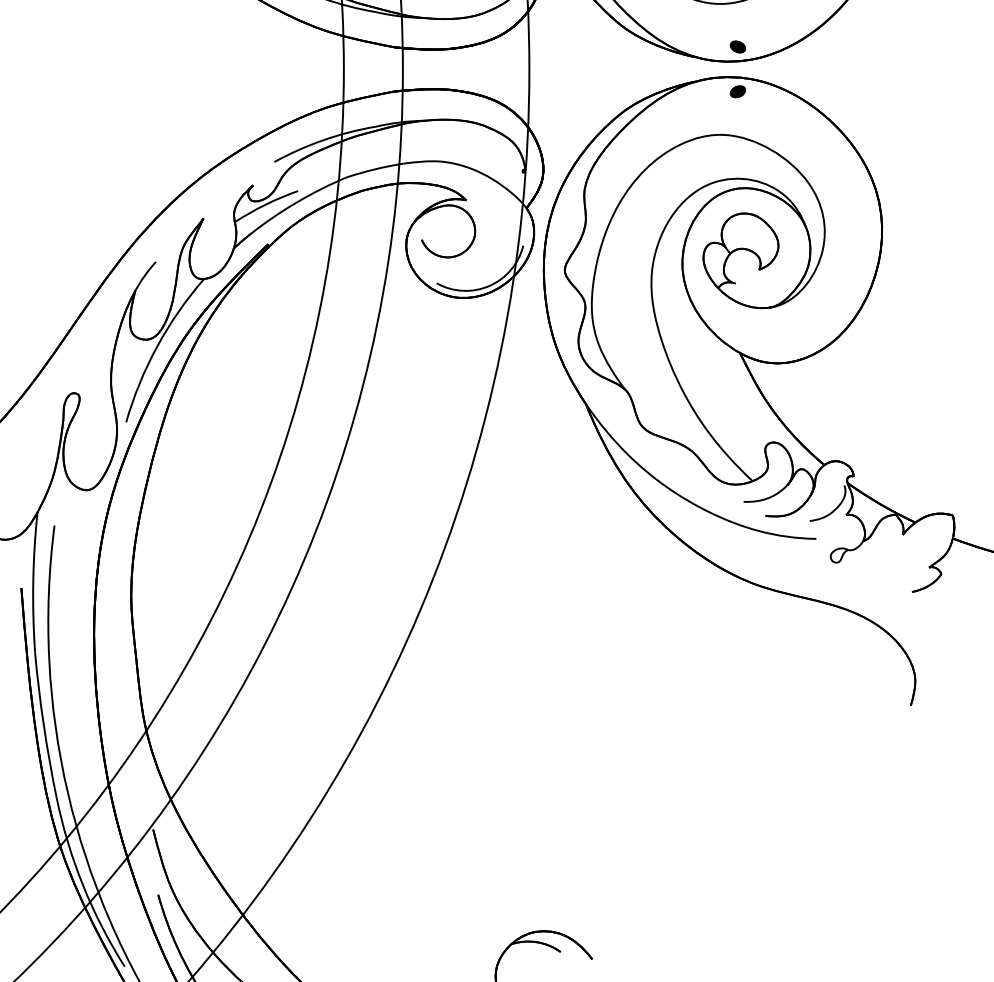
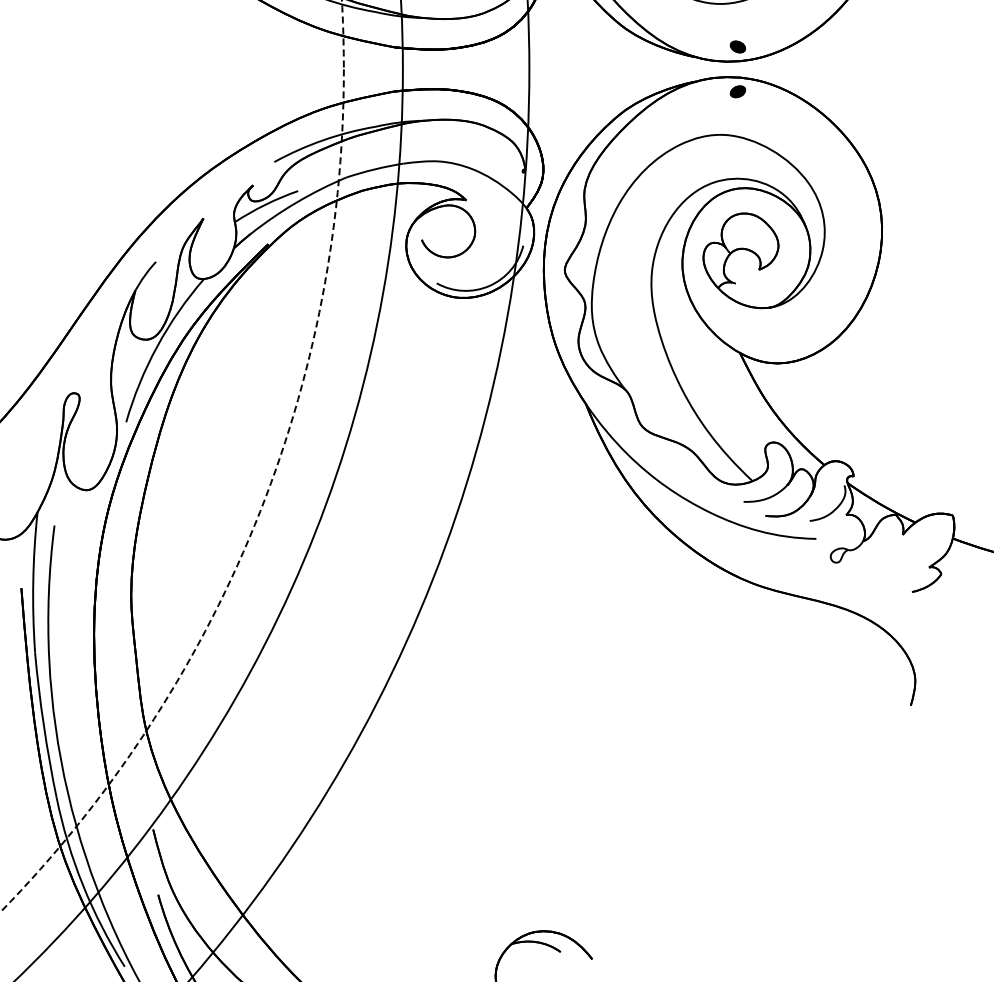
circle at (171, 456): solid -> dashed
